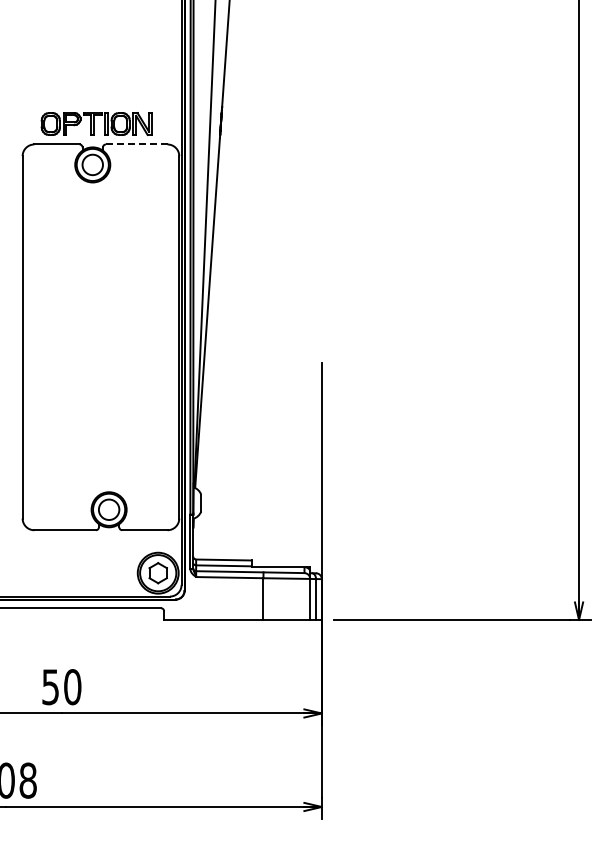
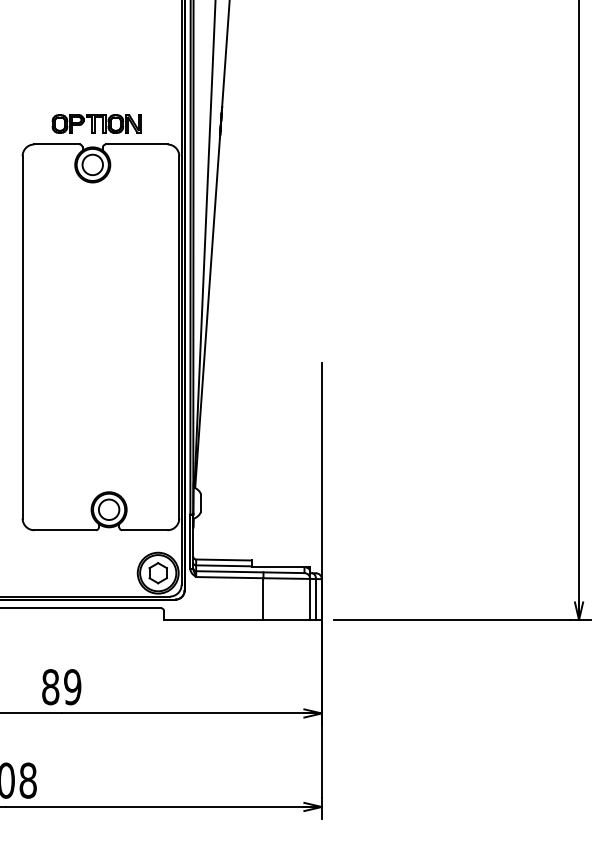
part at (96, 123) size: 113x24 px -> 91x20 px
line at (136, 144): dashed -> solid
text at (61, 687): 50 -> 89
